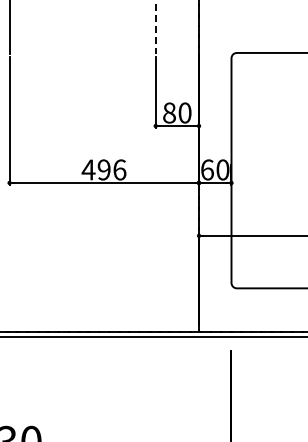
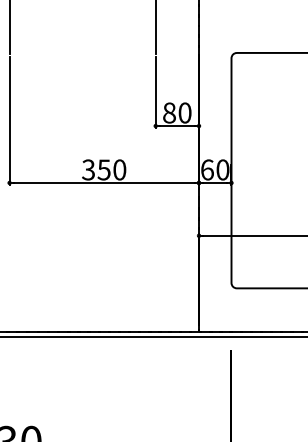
line at (155, 27): dashed -> solid
text at (103, 169): 496 -> 350
